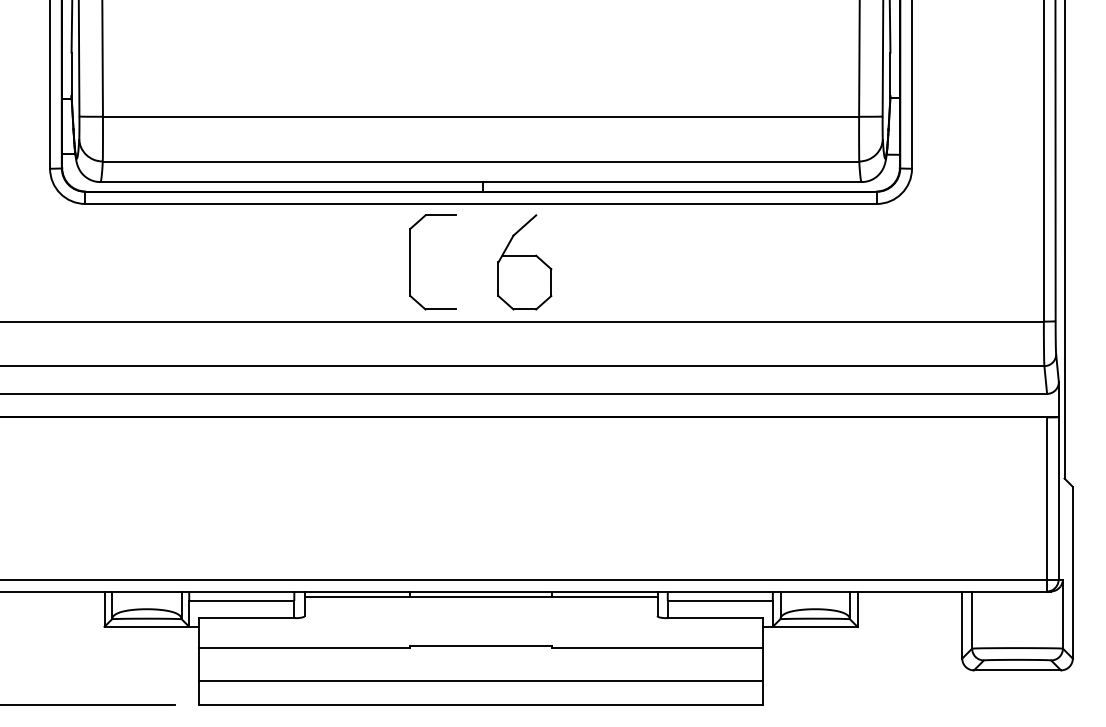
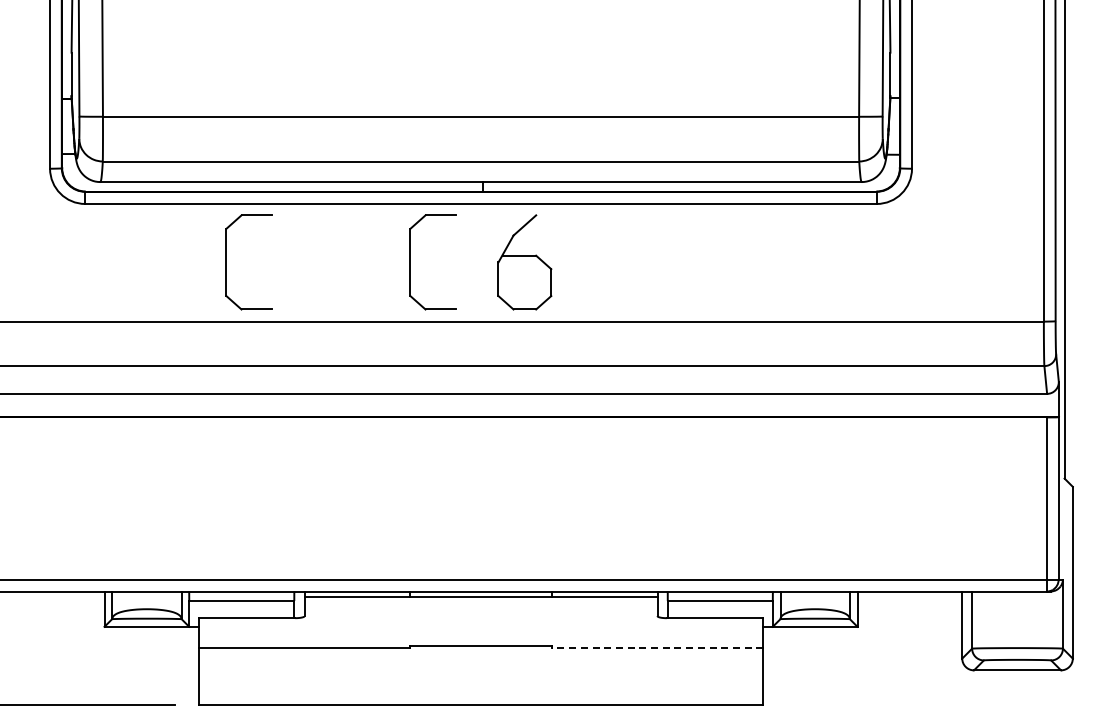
part at (226, 262): none -> present
line at (657, 648): solid -> dashed
line at (480, 680): present -> none
